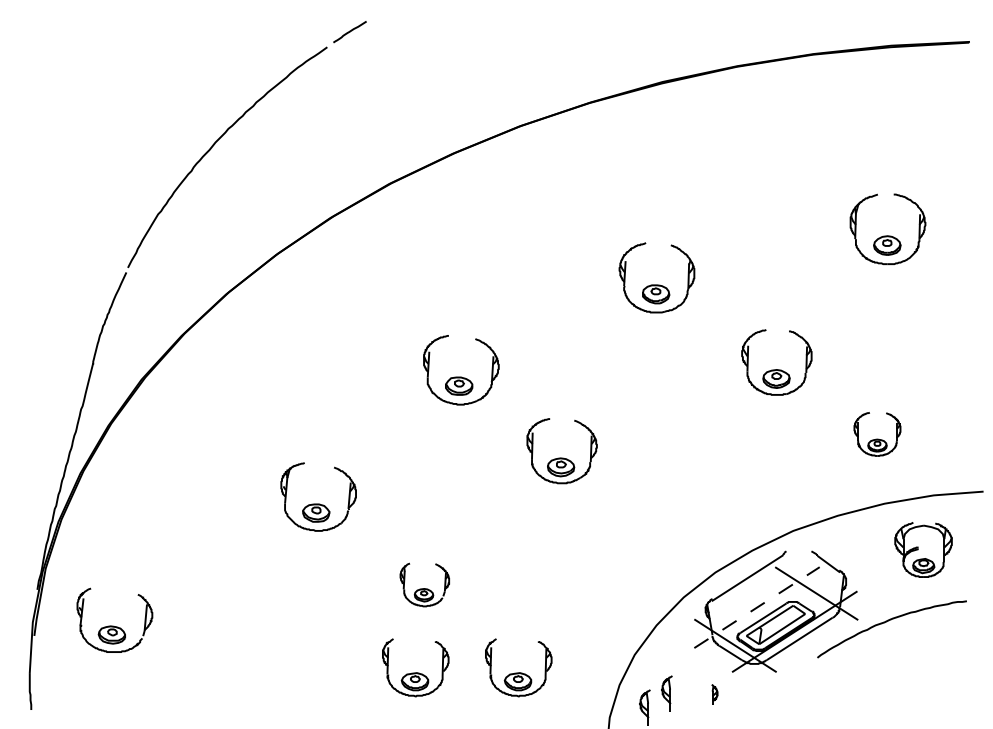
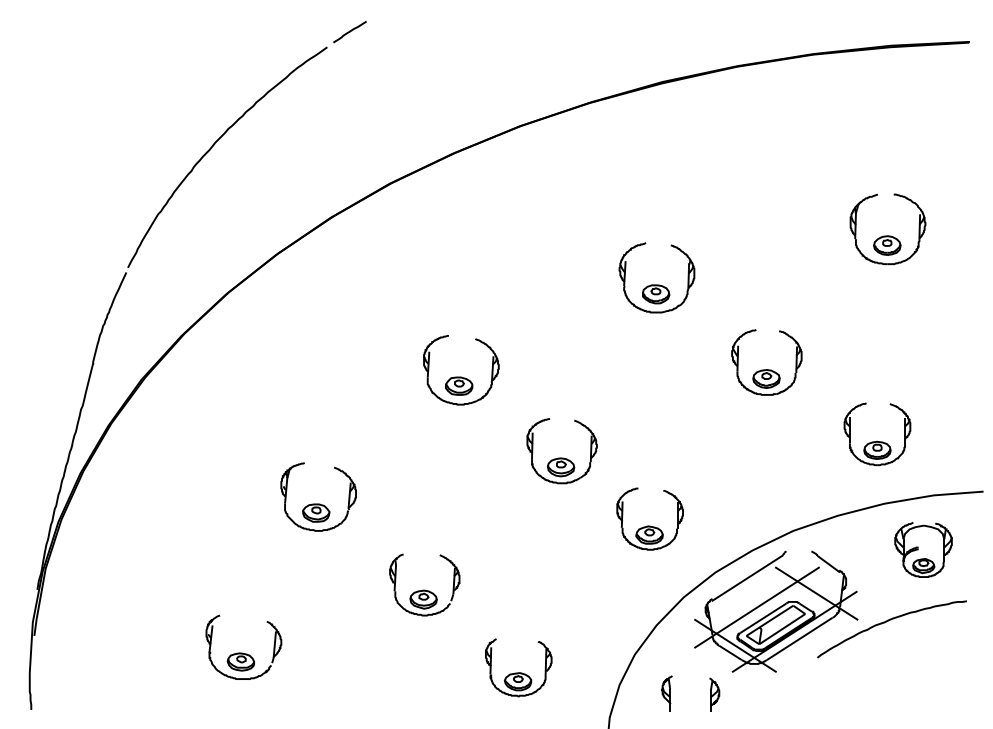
part at (776, 369) position: (776, 369) -> (766, 369)
part at (877, 434) size: 49x45 px -> 69x65 px
part at (649, 525): none -> present
part at (424, 584) size: 51x46 px -> 72x64 px
line at (757, 607): dashed -> solid
part at (113, 625) position: (113, 625) -> (242, 652)
part at (415, 667): present -> none
part at (714, 694) size: 8x21 px -> 12x35 px
part at (644, 707): present -> none
